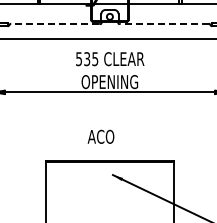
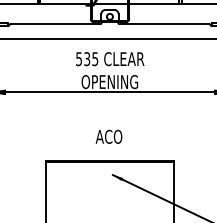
line at (55, 23): dashed -> solid
line at (164, 23): dashed -> solid
text at (100, 136) position: (100, 136) -> (108, 136)
